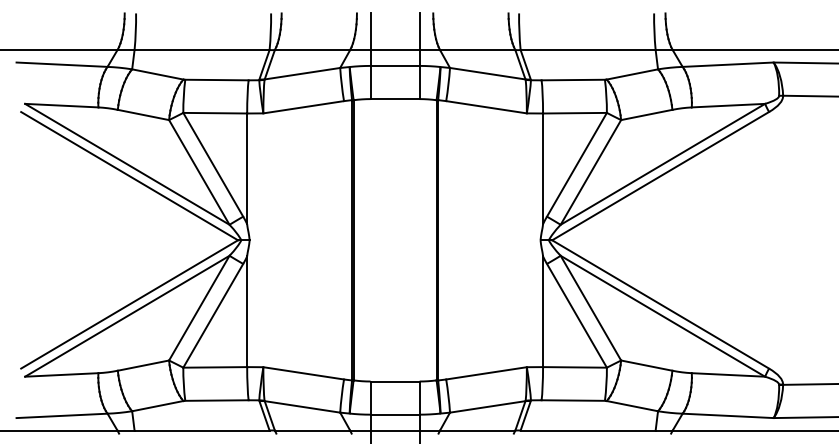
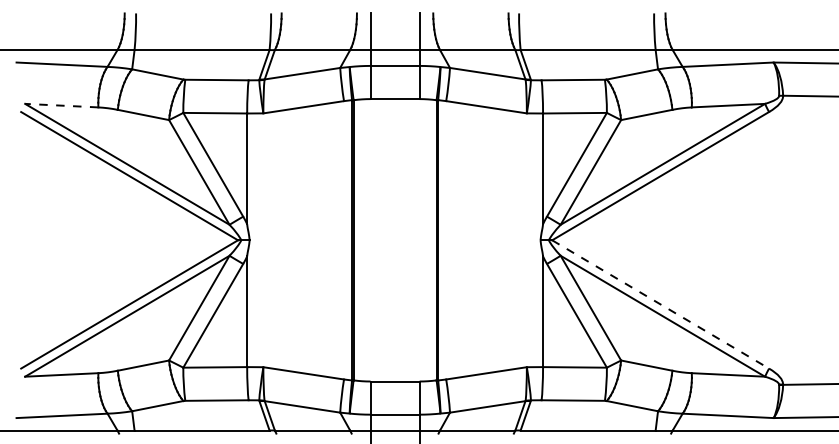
line at (61, 105): solid -> dashed
line at (660, 304): solid -> dashed
